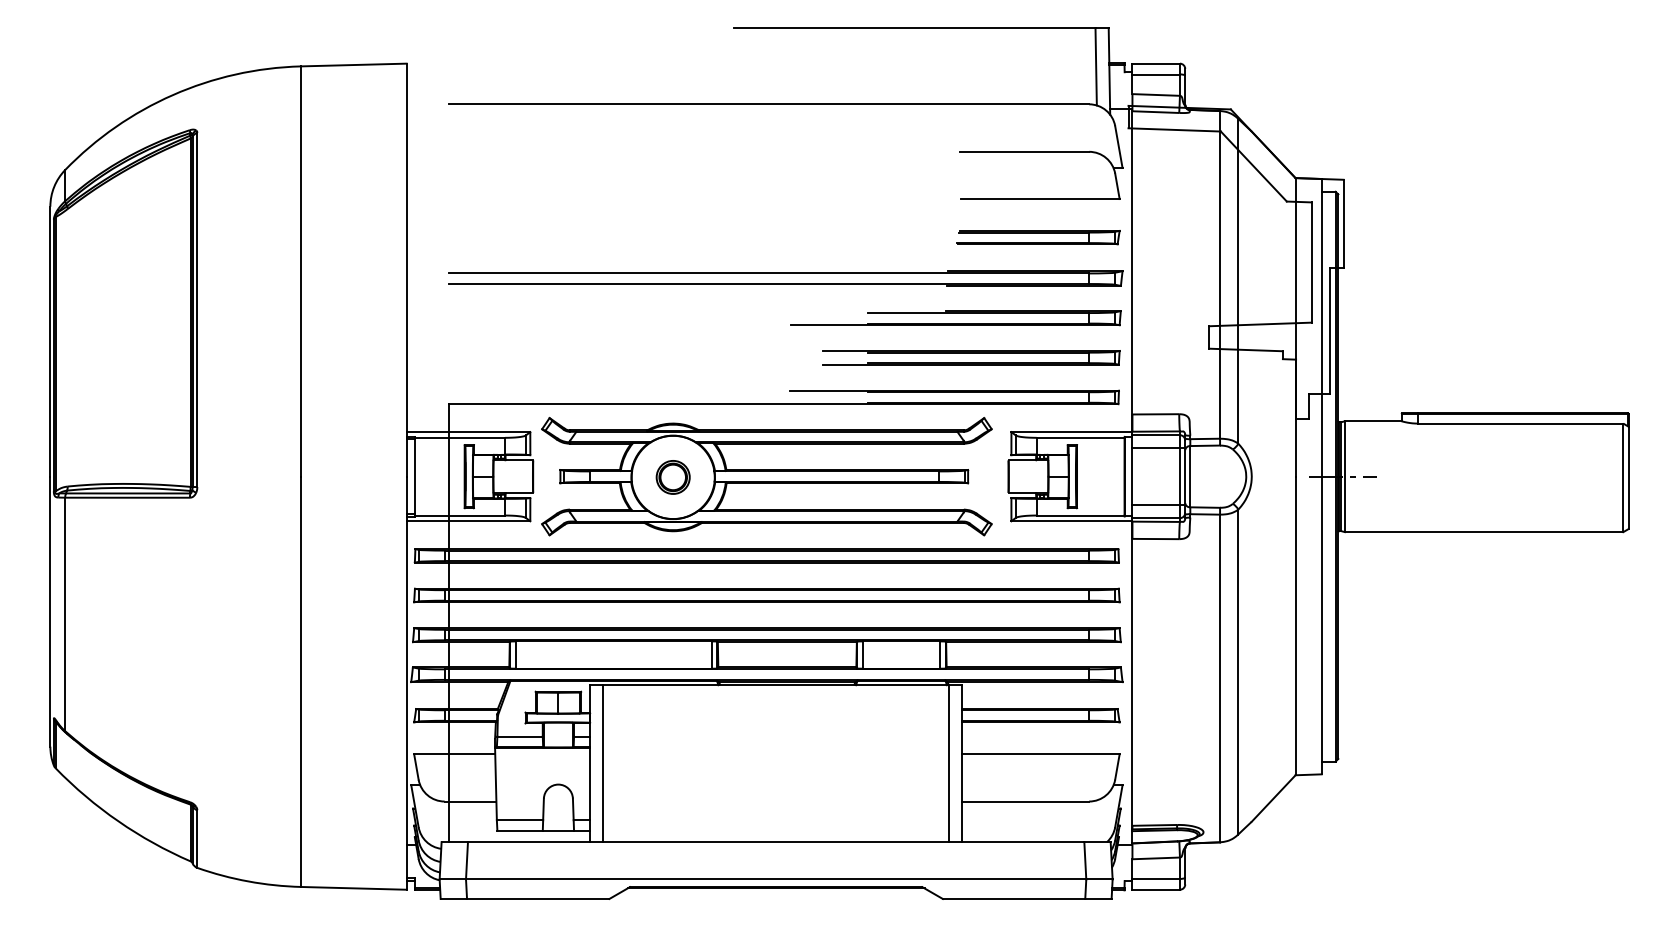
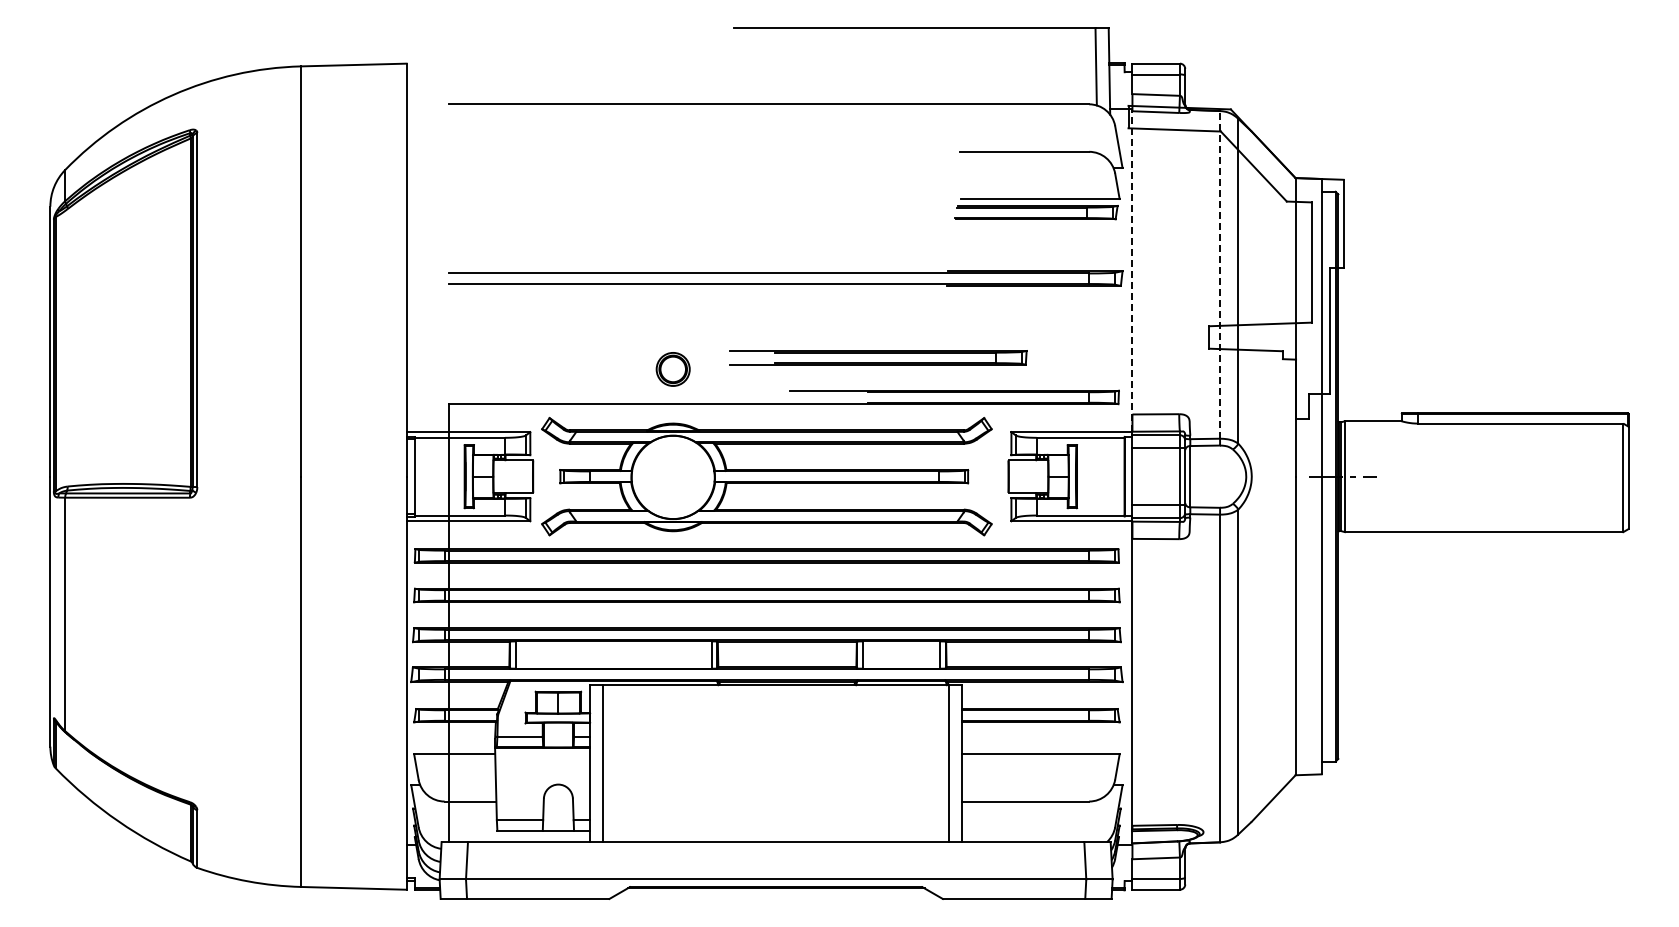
part at (1038, 237) position: (1038, 237) -> (1036, 212)
line at (1132, 270): solid -> dashed
line at (1220, 274): solid -> dashed
part at (955, 318): present -> none
part at (971, 357) position: (971, 357) -> (878, 357)
part at (672, 477) position: (672, 477) -> (672, 369)
